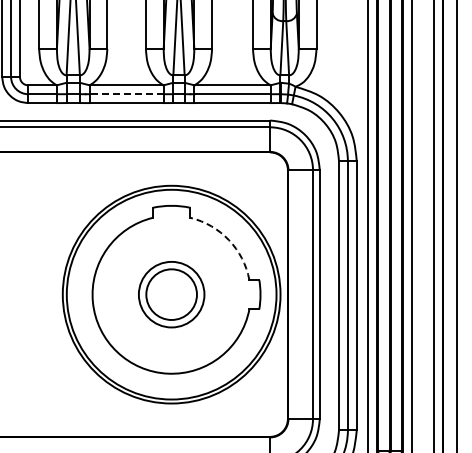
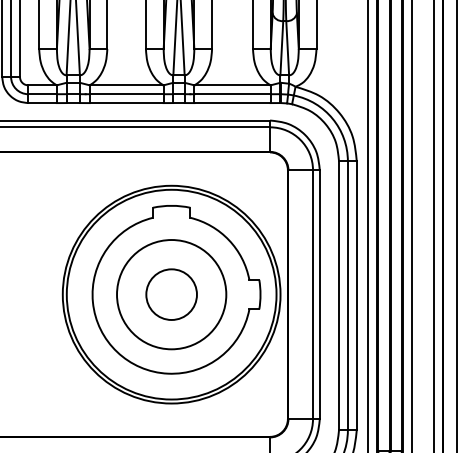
line at (126, 94): dashed -> solid
arc at (229, 240): dashed -> solid
circle at (171, 294) diameter: 66 px -> 109 px
